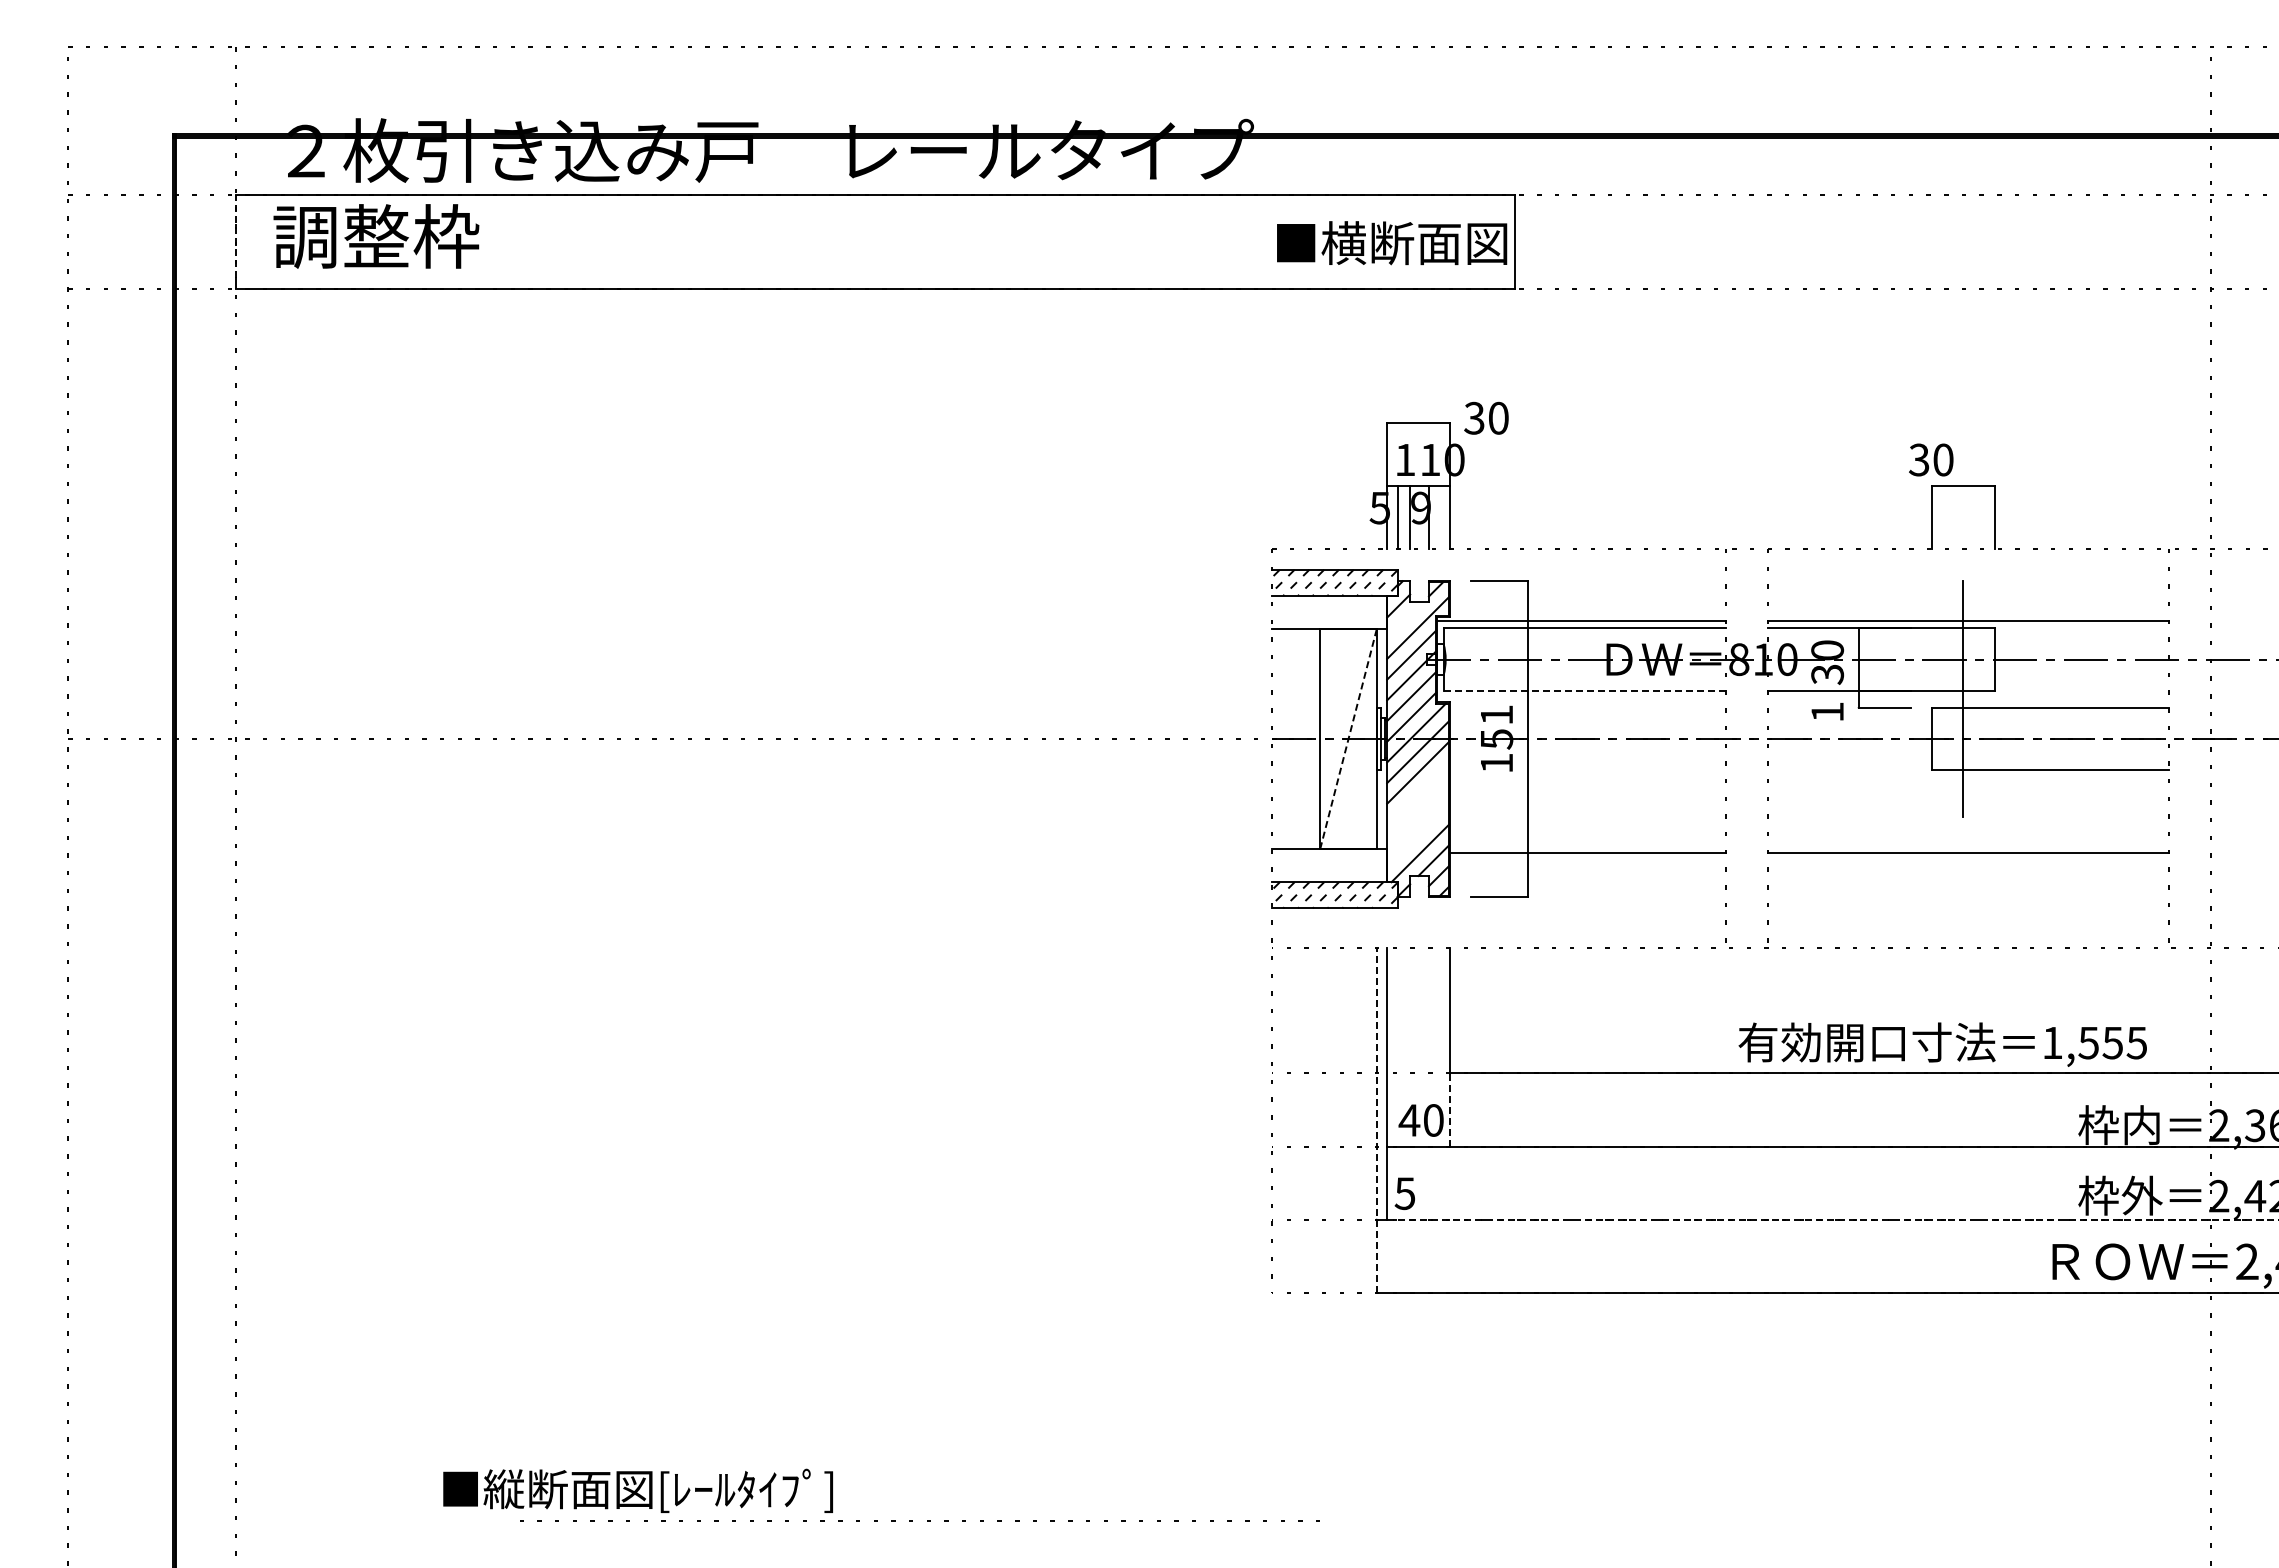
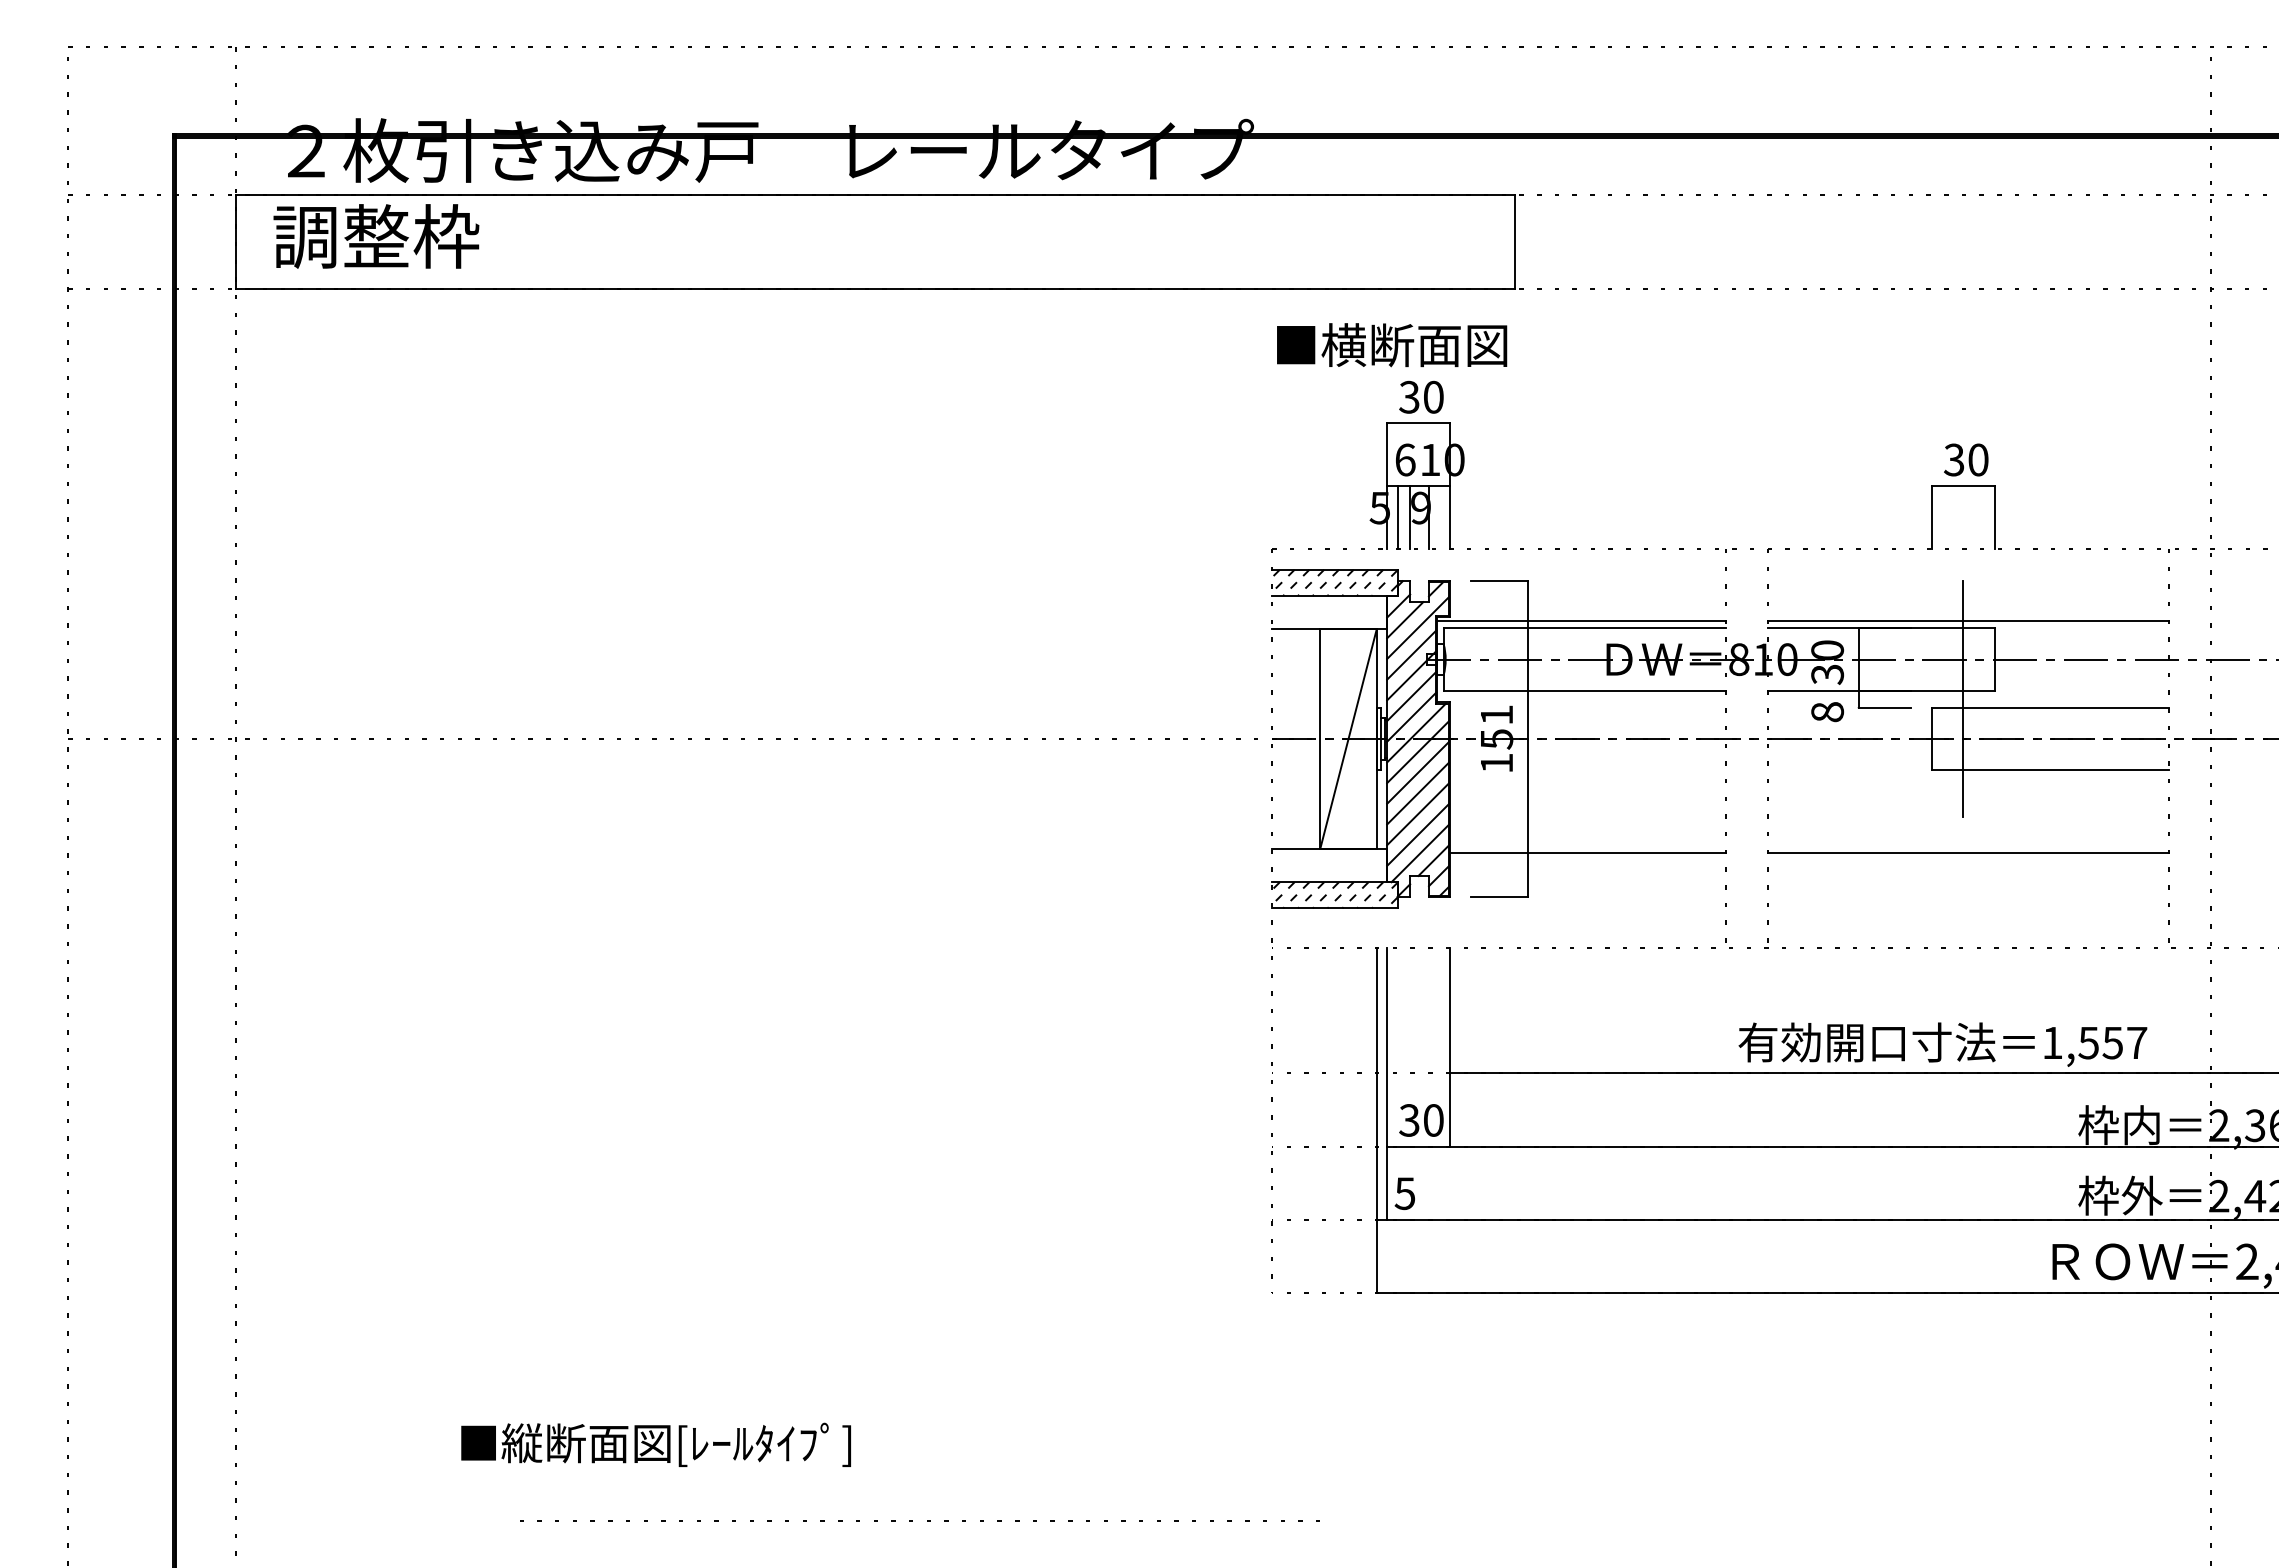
line at (235, 241): dashed -> solid
text at (1392, 243) position: (1392, 243) -> (1392, 345)
text at (1486, 417) position: (1486, 417) -> (1421, 396)
text at (1405, 459): 1 -> 6
text at (1931, 459) position: (1931, 459) -> (1966, 459)
line at (1405, 620): none -> present
line at (1585, 690): dashed -> solid
text at (1827, 712): 1 -> 8
line at (1348, 739): dashed -> solid
line at (1417, 793): none -> present
line at (1417, 814): none -> present
line at (1417, 834): none -> present
text at (2136, 1043): 1,555 -> 1,557
line at (1449, 1110): dashed -> solid
line at (1376, 1119): dashed -> solid
text at (1409, 1120): 40 -> 30
line at (1833, 1219): dashed -> solid
text at (637, 1490) position: (637, 1490) -> (655, 1444)
